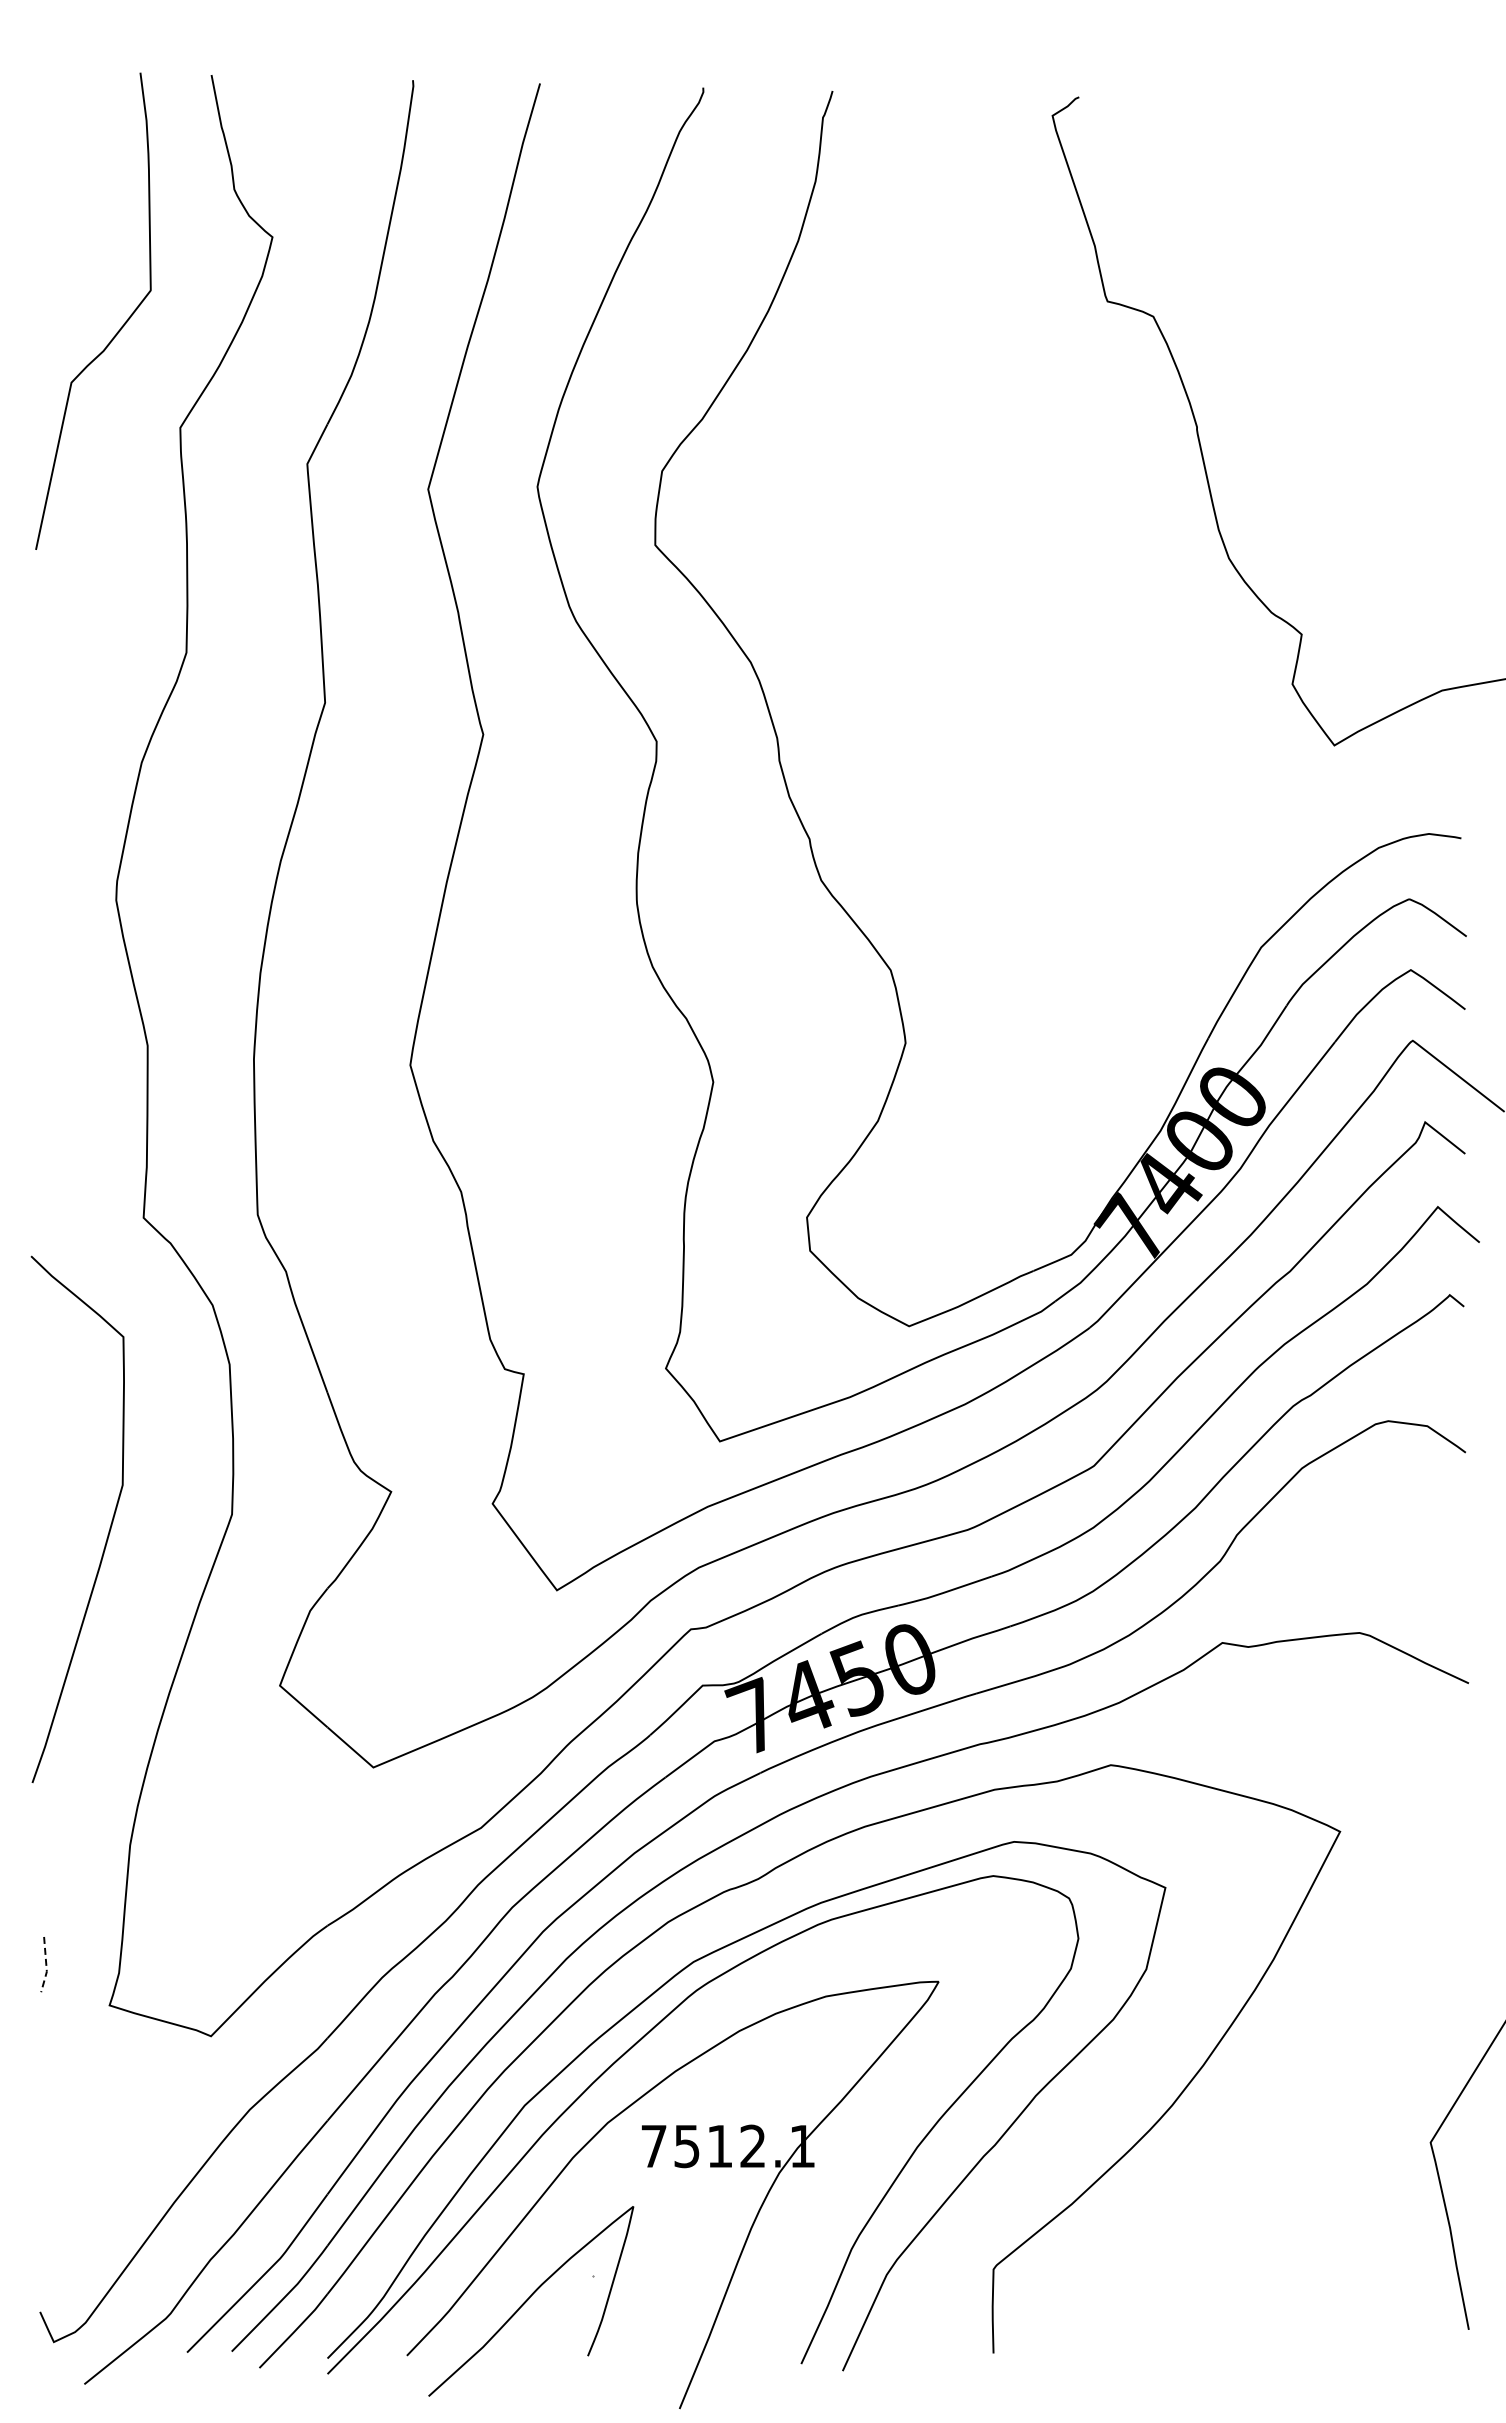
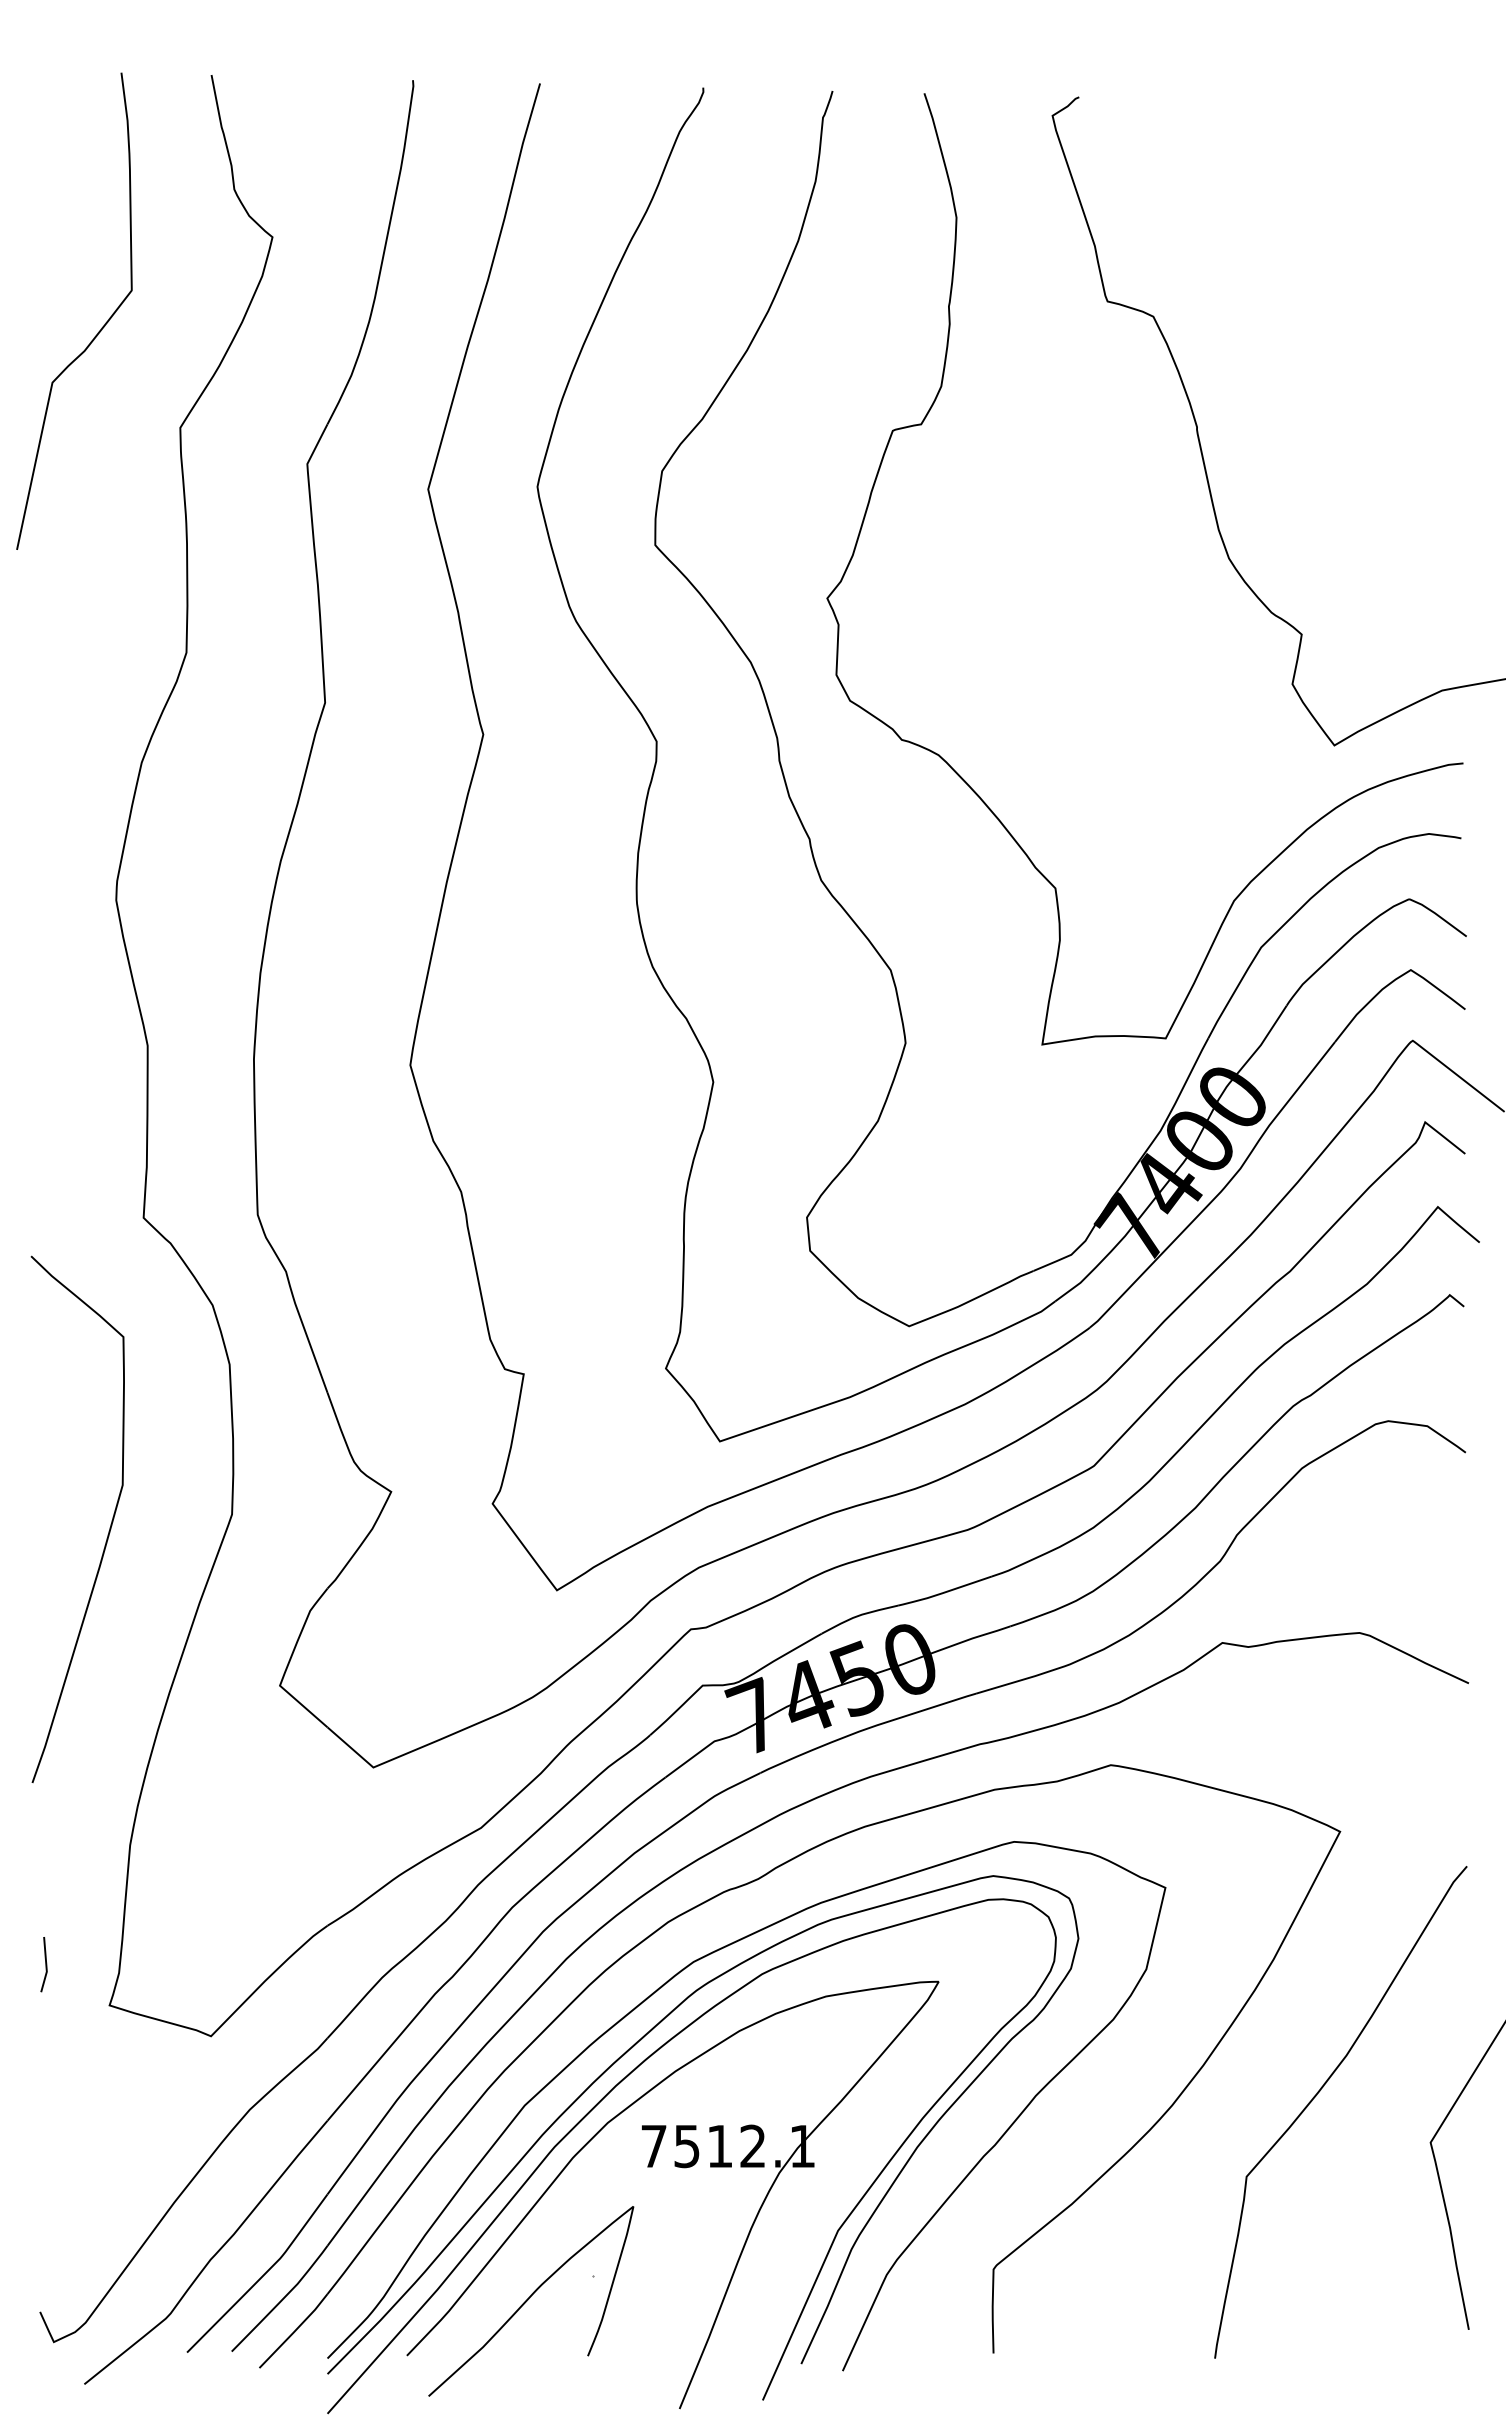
curve at (116, 332) position: (116, 332) -> (97, 332)
curve at (922, 424): none -> present
line at (46, 1965): dashed -> solid
curve at (627, 2077): none -> present
curve at (1316, 2096): none -> present
